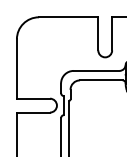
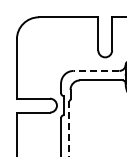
line at (96, 70): solid -> dashed
line at (68, 128): solid -> dashed
